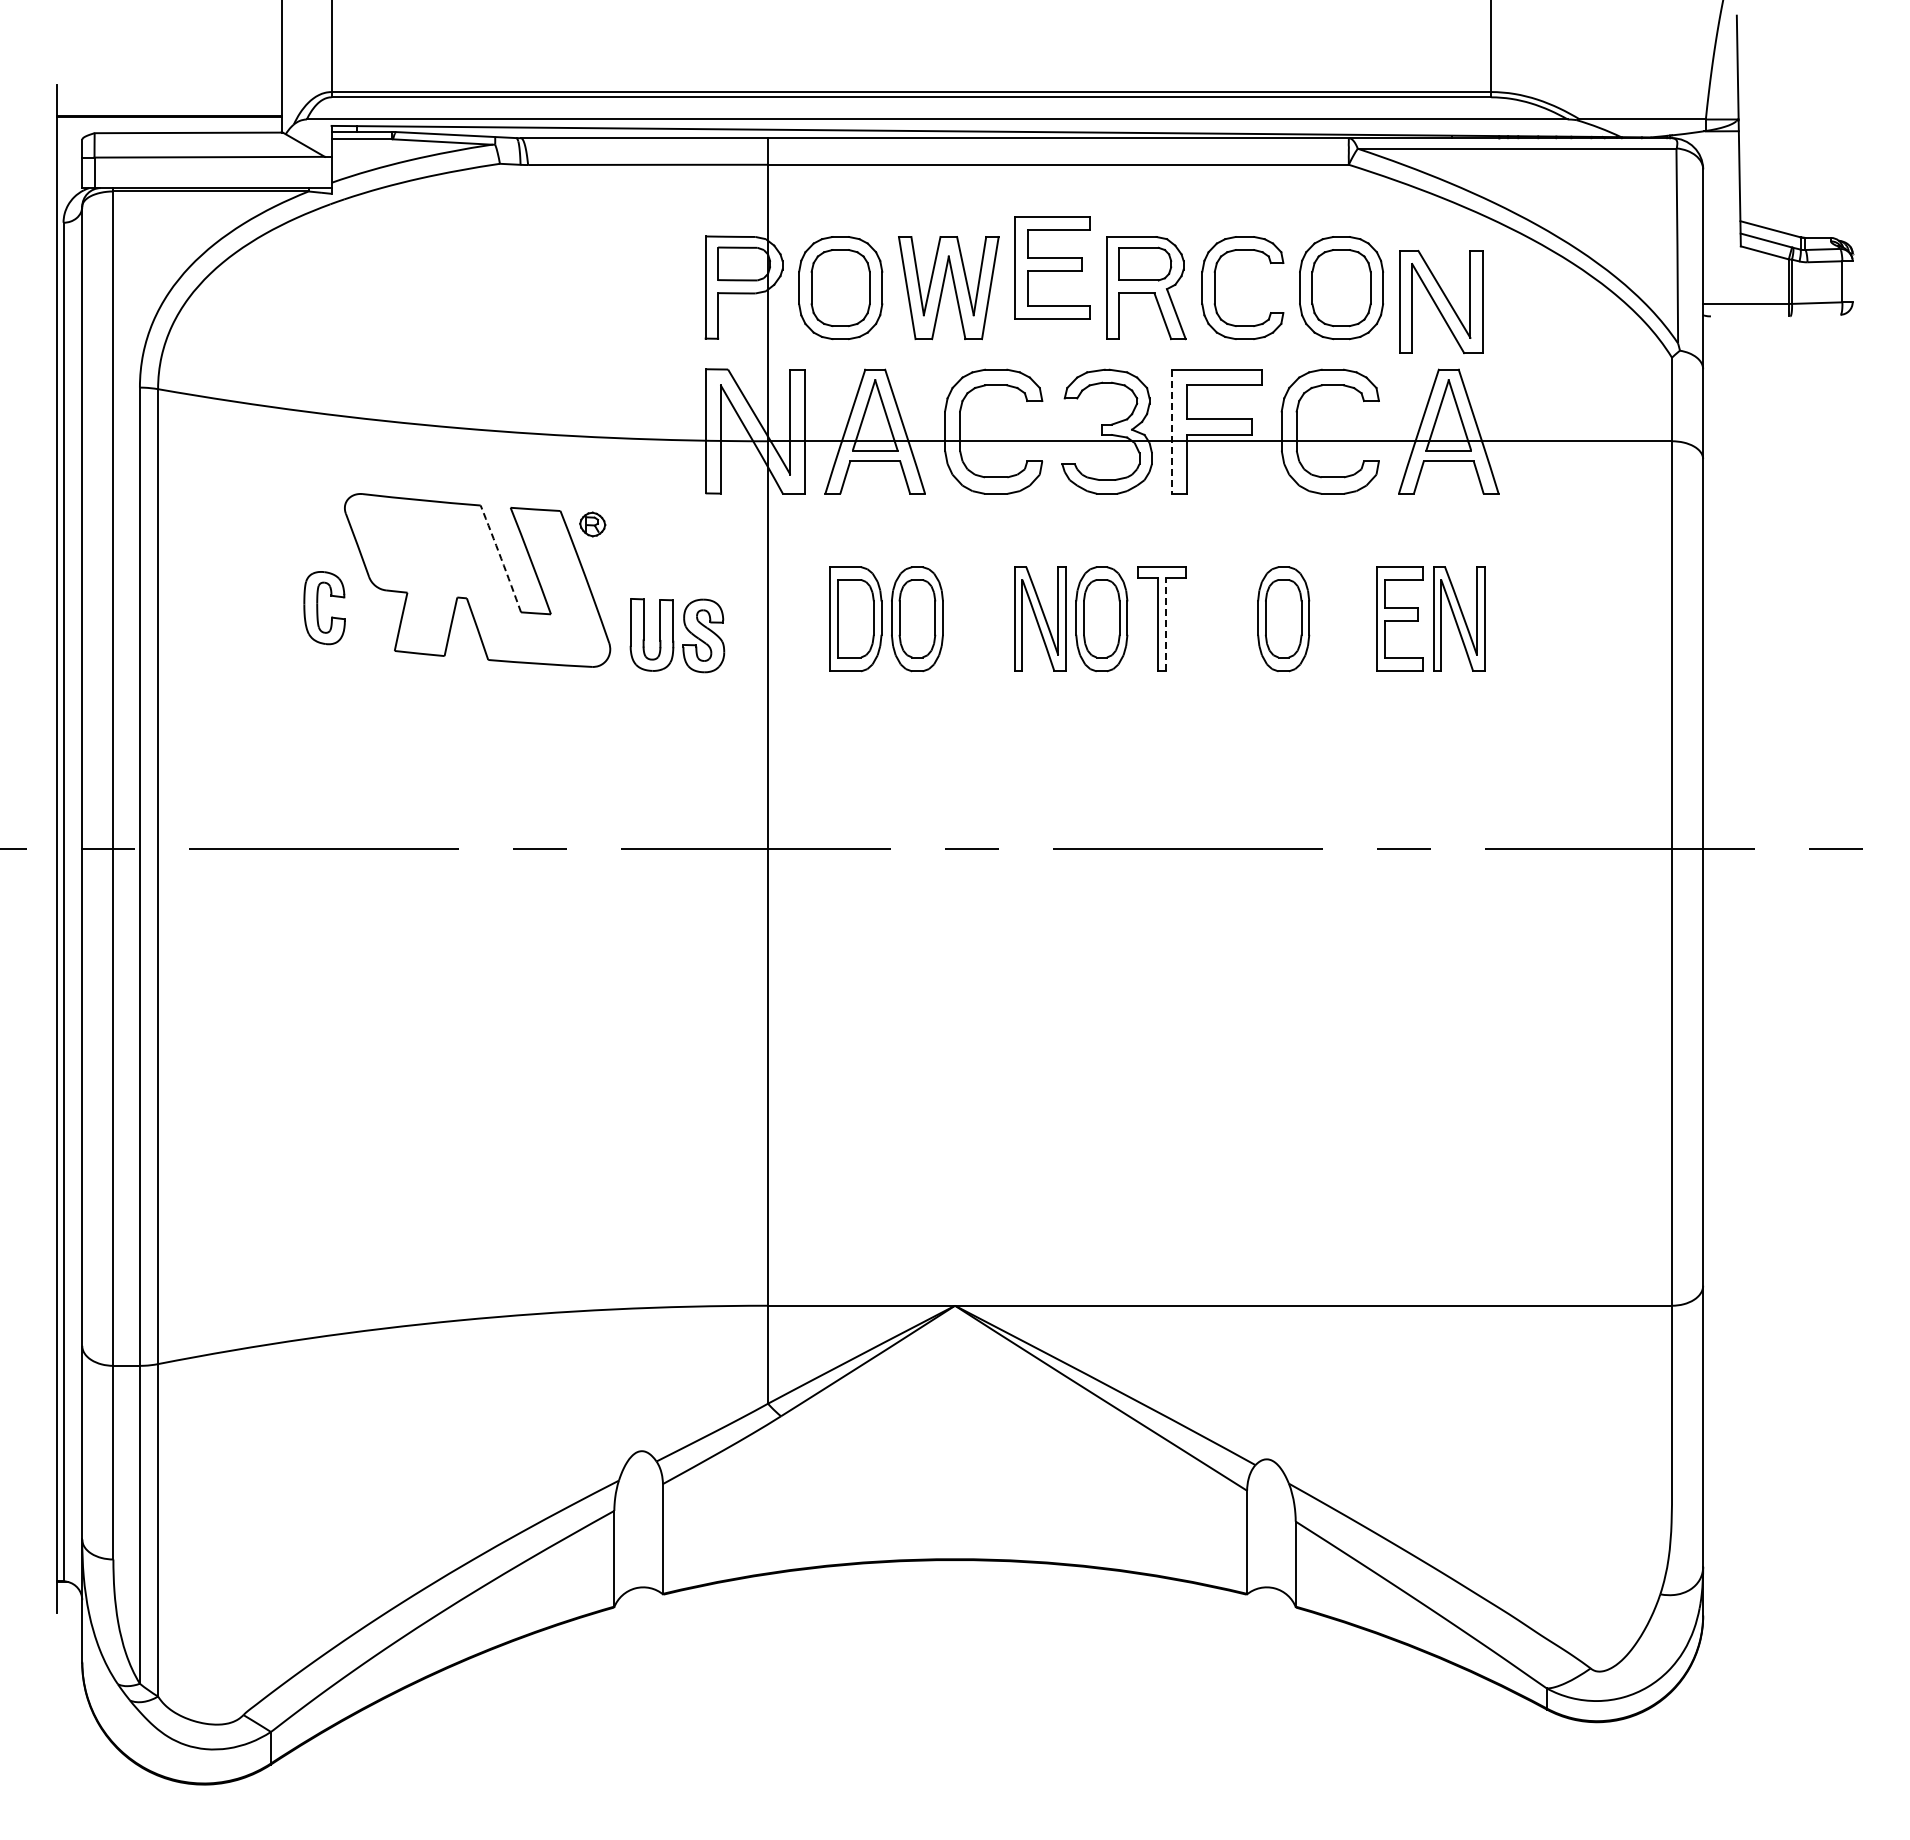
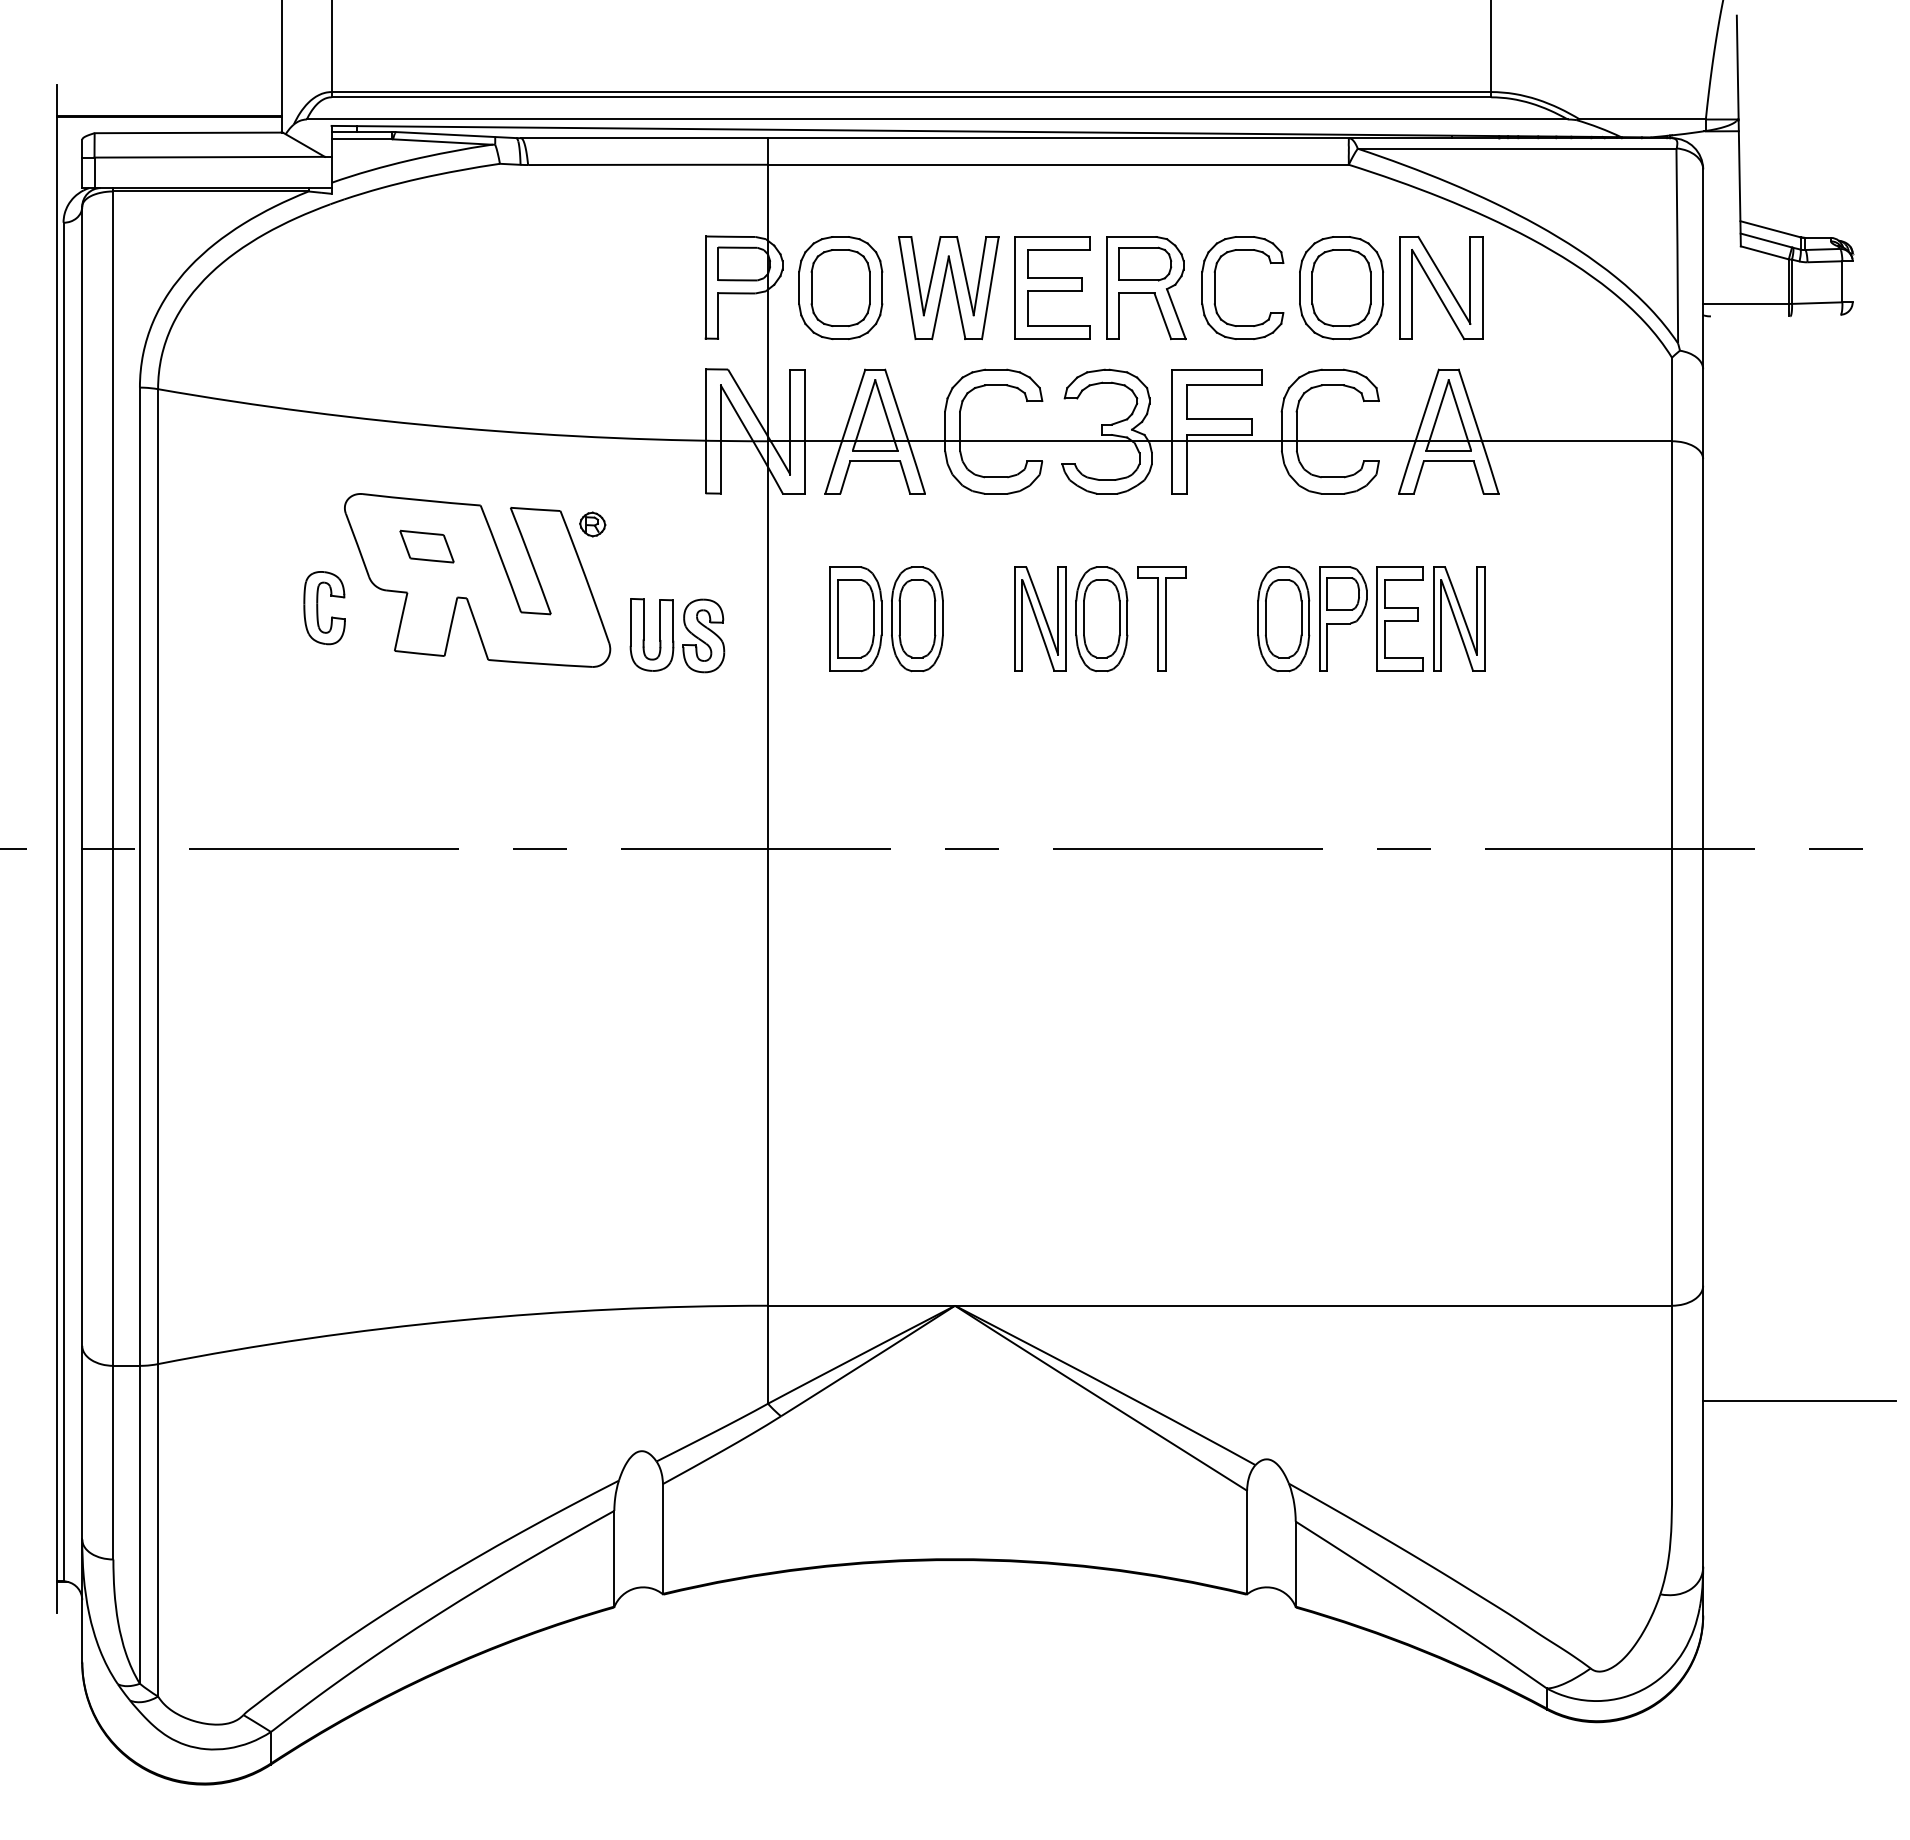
part at (1052, 267) position: (1052, 267) -> (1052, 287)
part at (1441, 301) position: (1441, 301) -> (1441, 287)
line at (1172, 432): dashed -> solid
part at (426, 546): none -> present
arc at (501, 558): dashed -> solid
part at (1343, 618): none -> present
line at (1165, 624): dashed -> solid
line at (1799, 1400): none -> present
